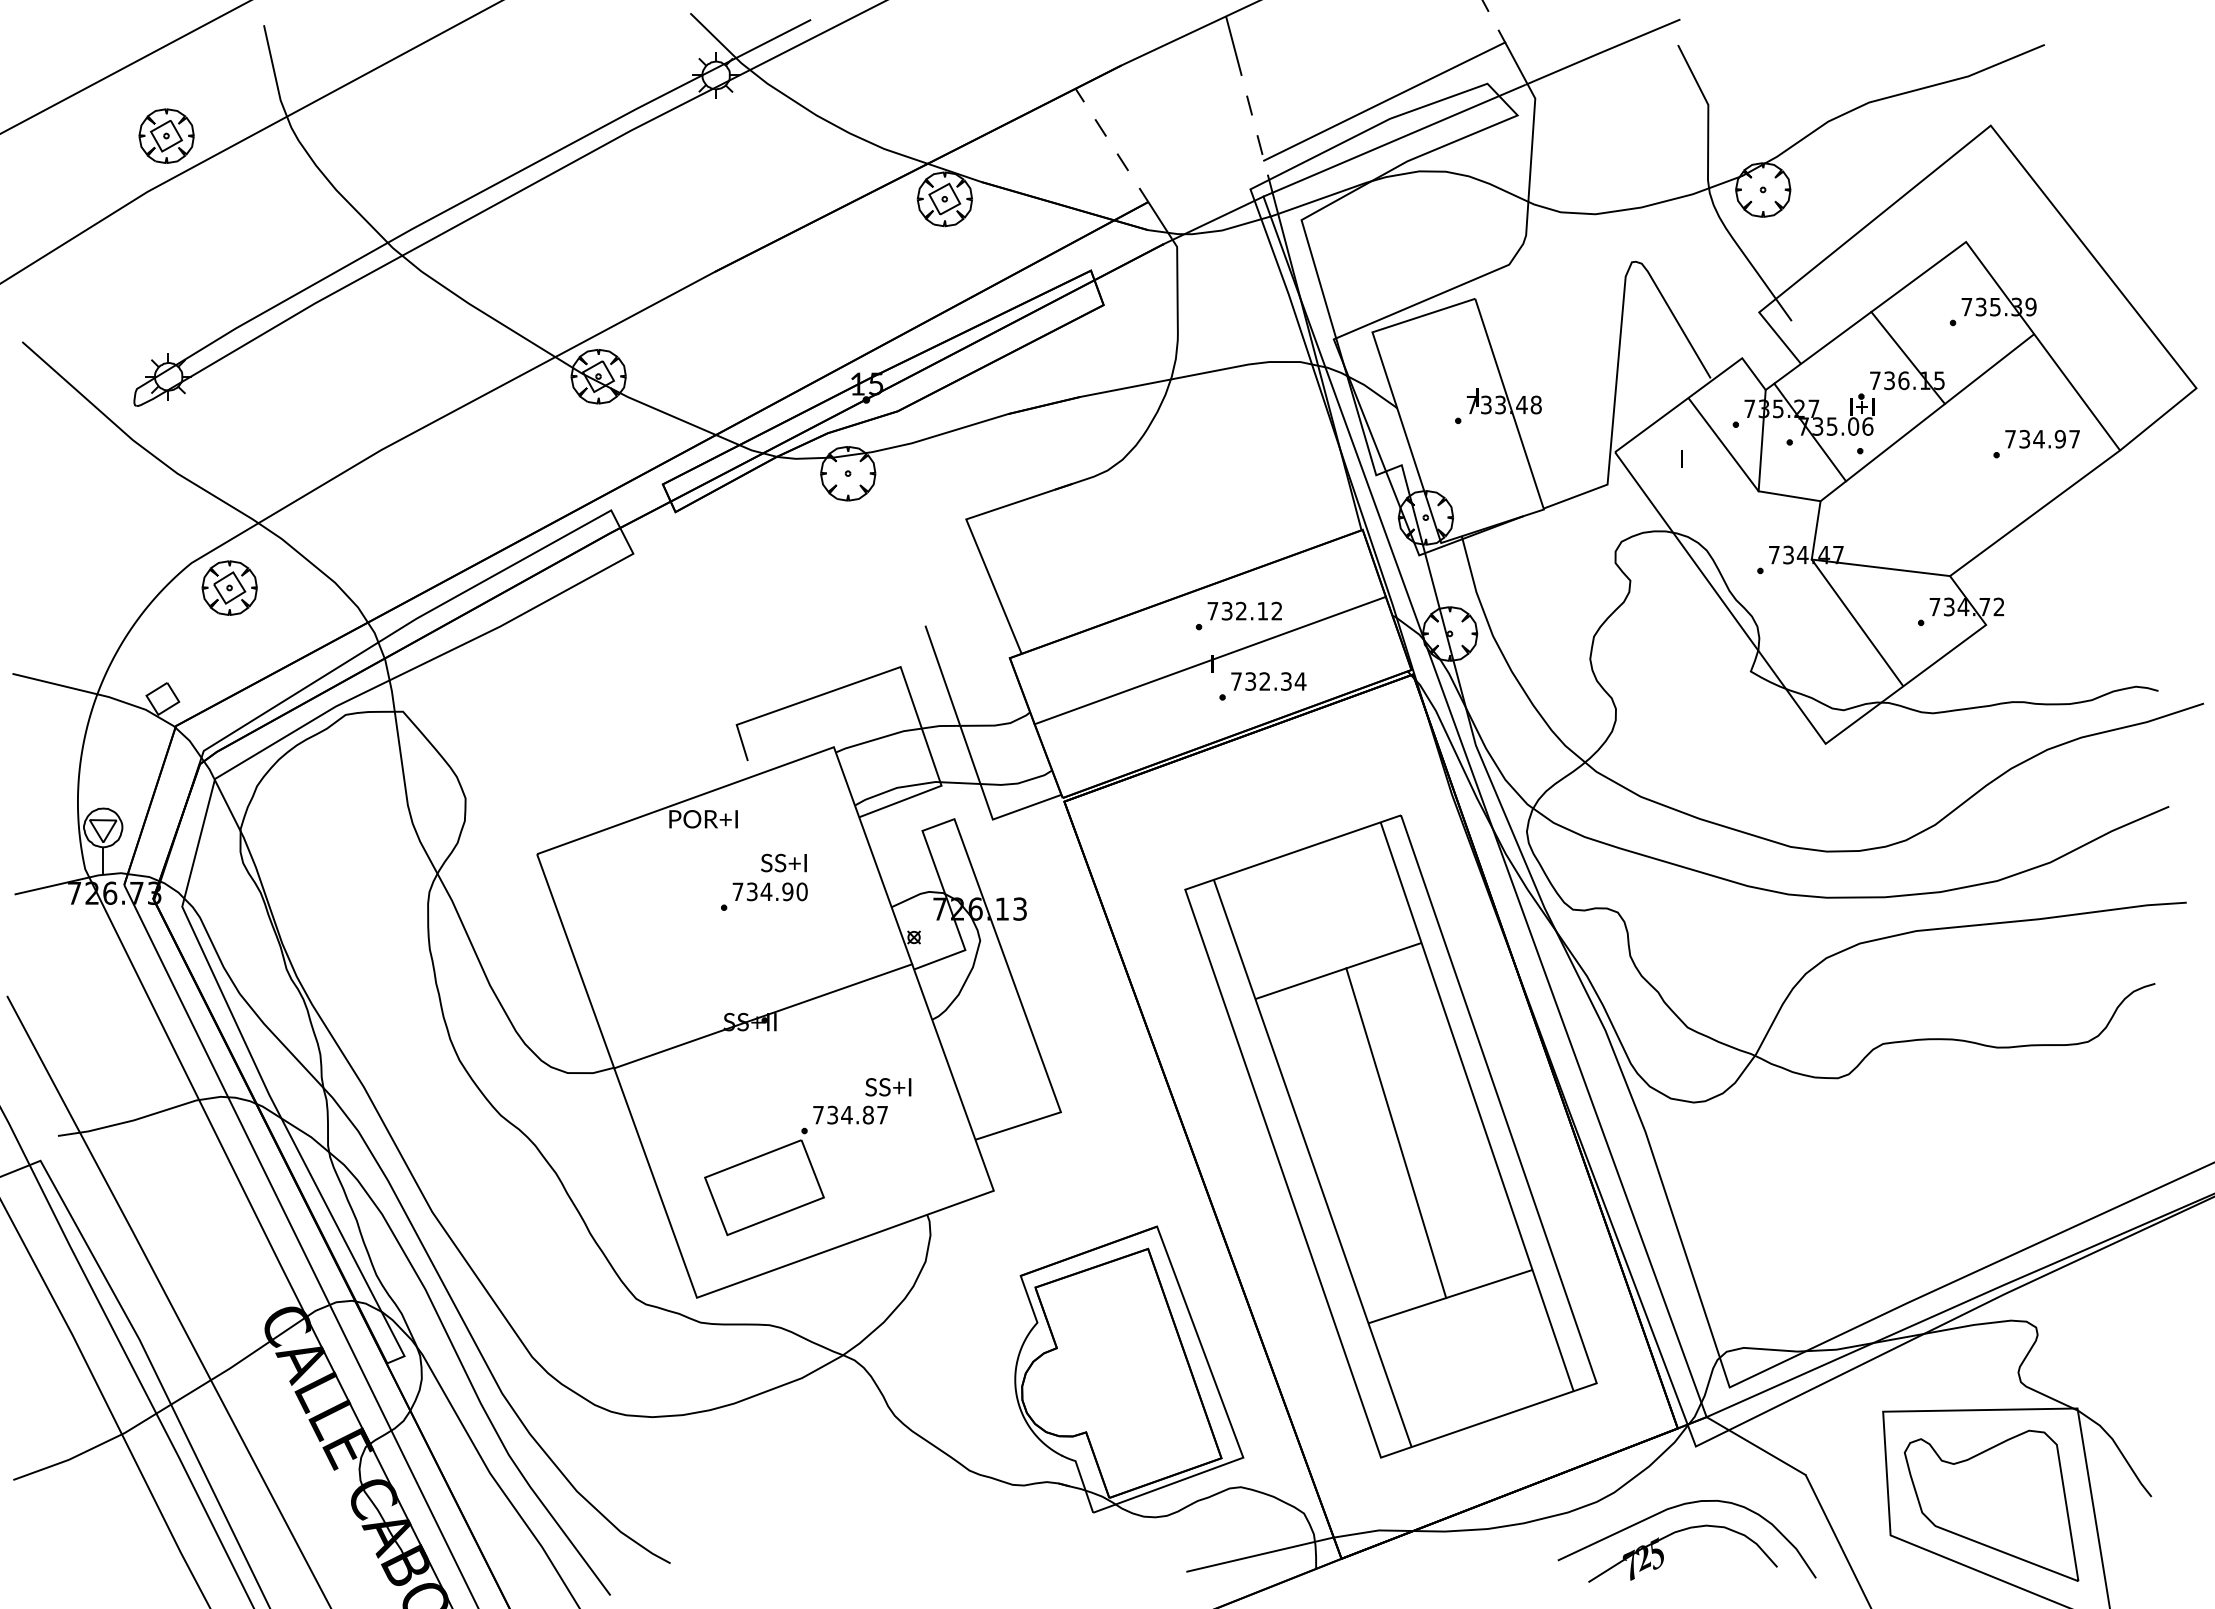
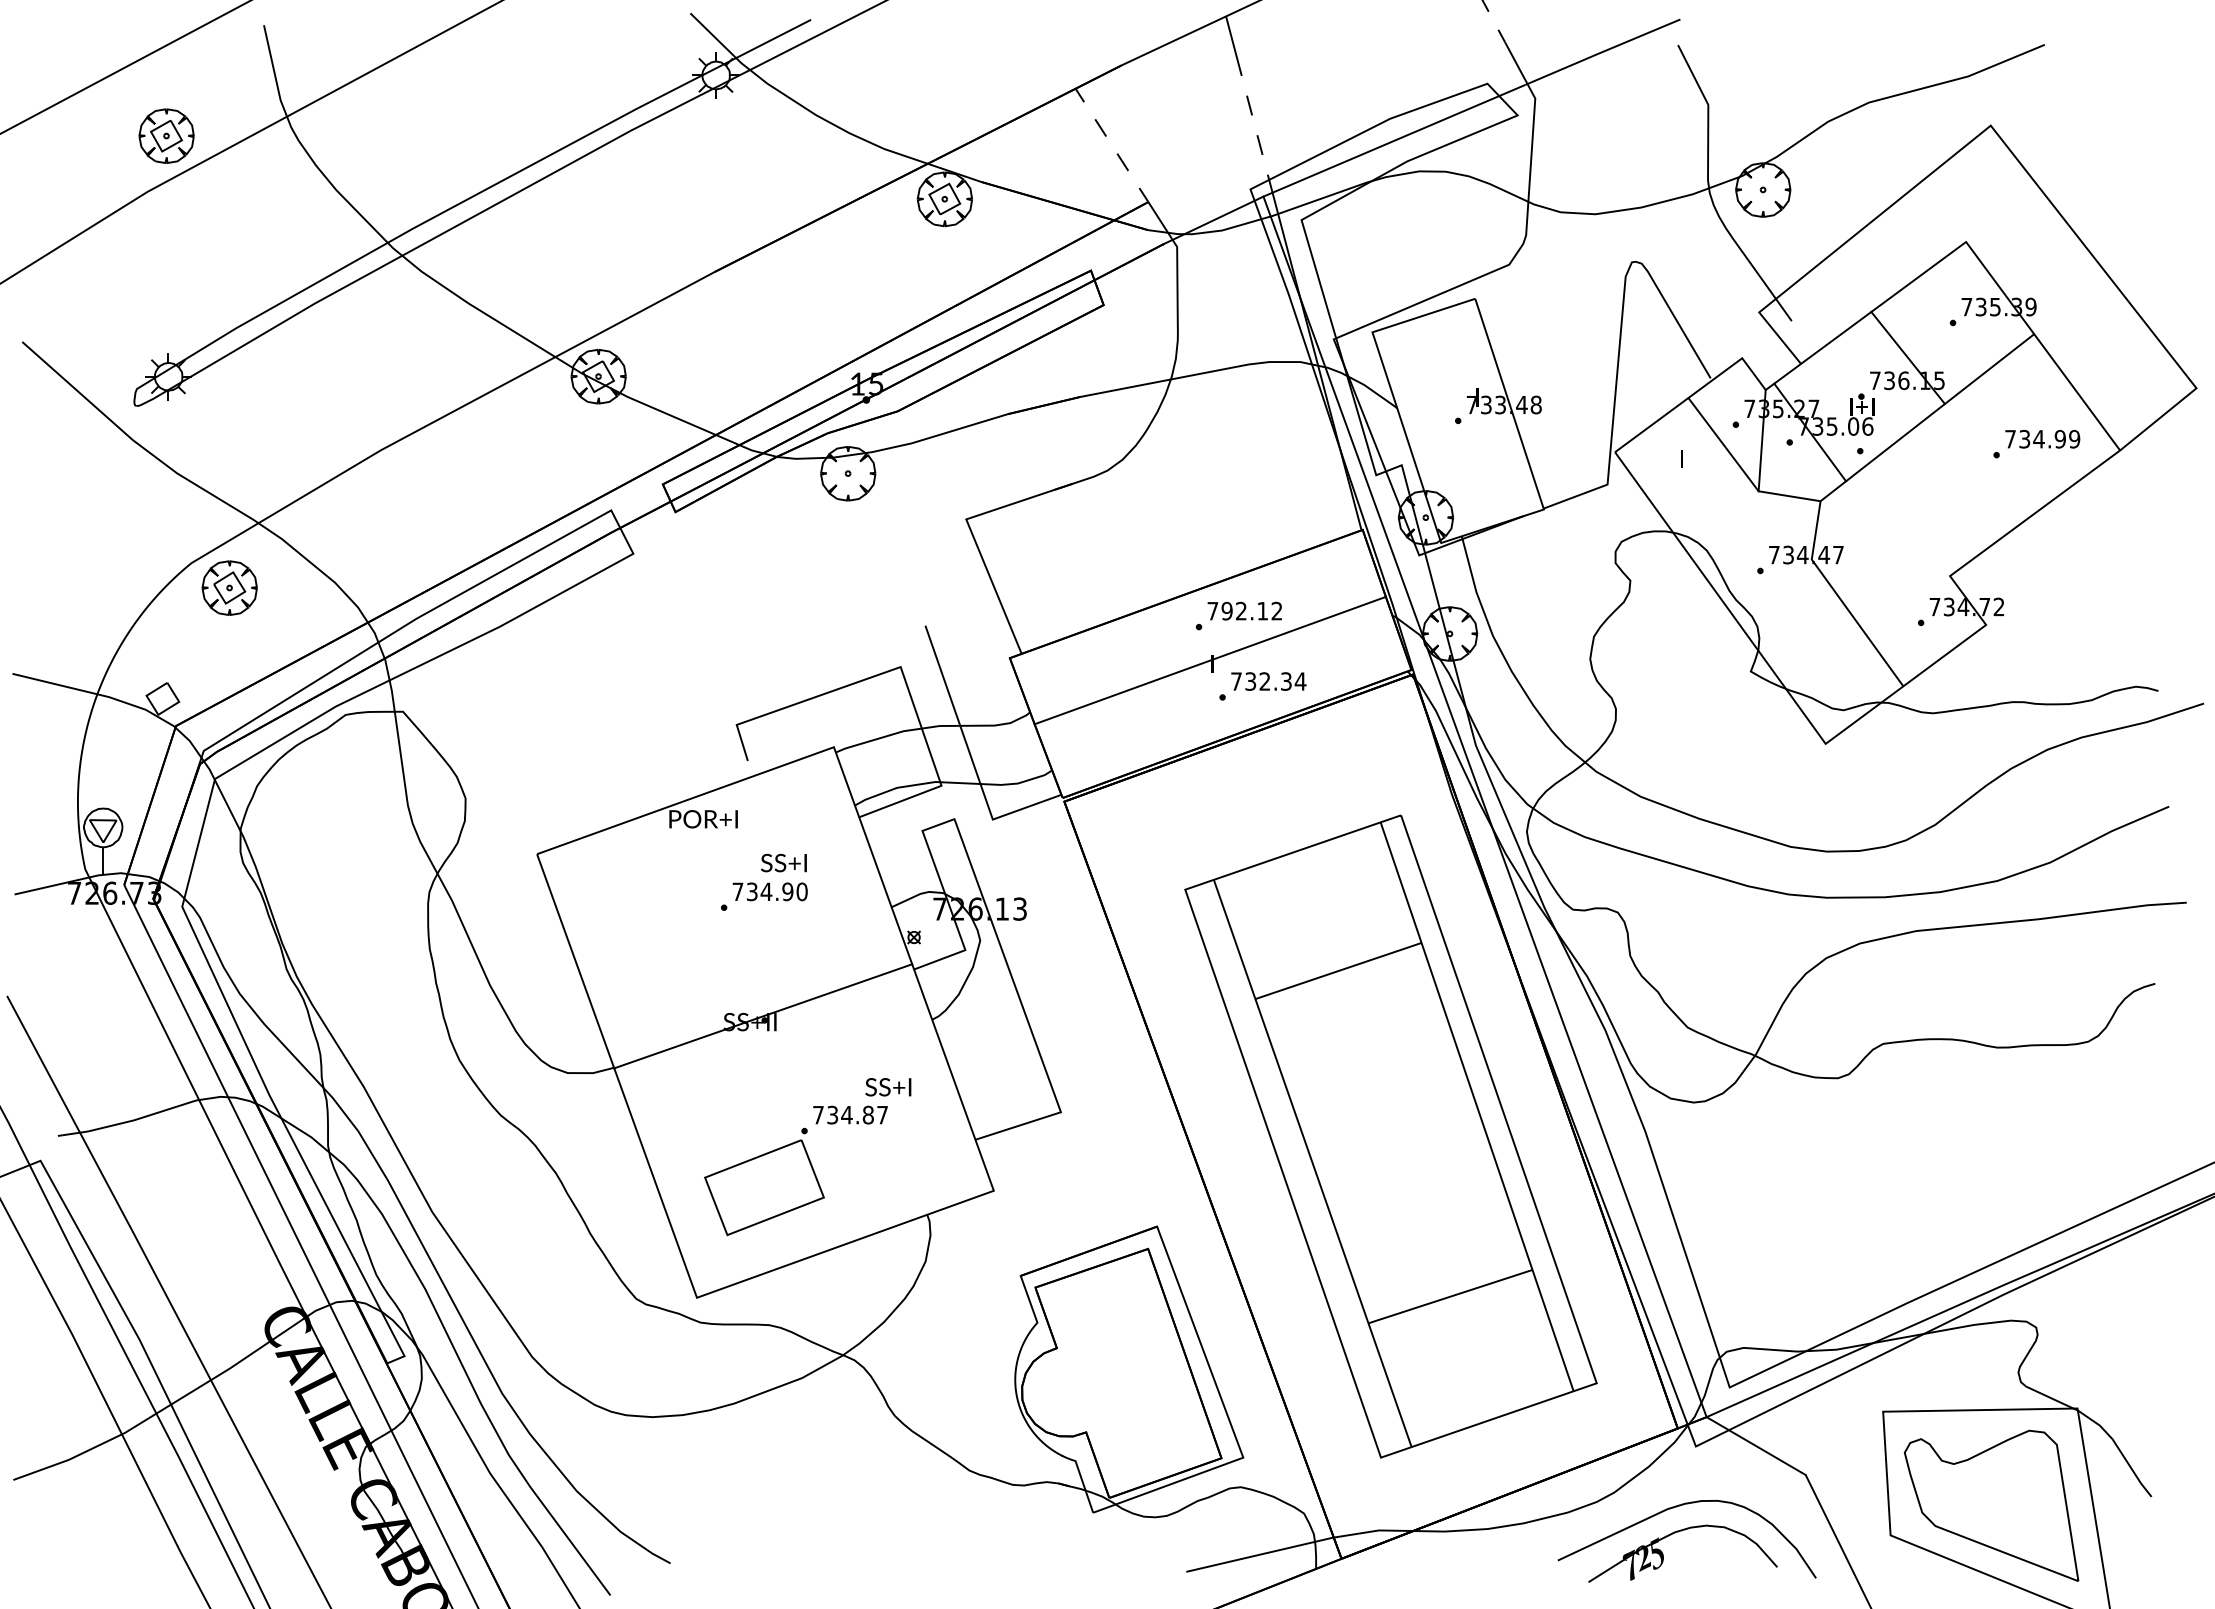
line at (1384, 101): present -> none
text at (2074, 438): 734.97 -> 734.99
line at (1880, 567): present -> none
text at (1226, 611): 732.12 -> 792.12
line at (1396, 1133): present -> none
